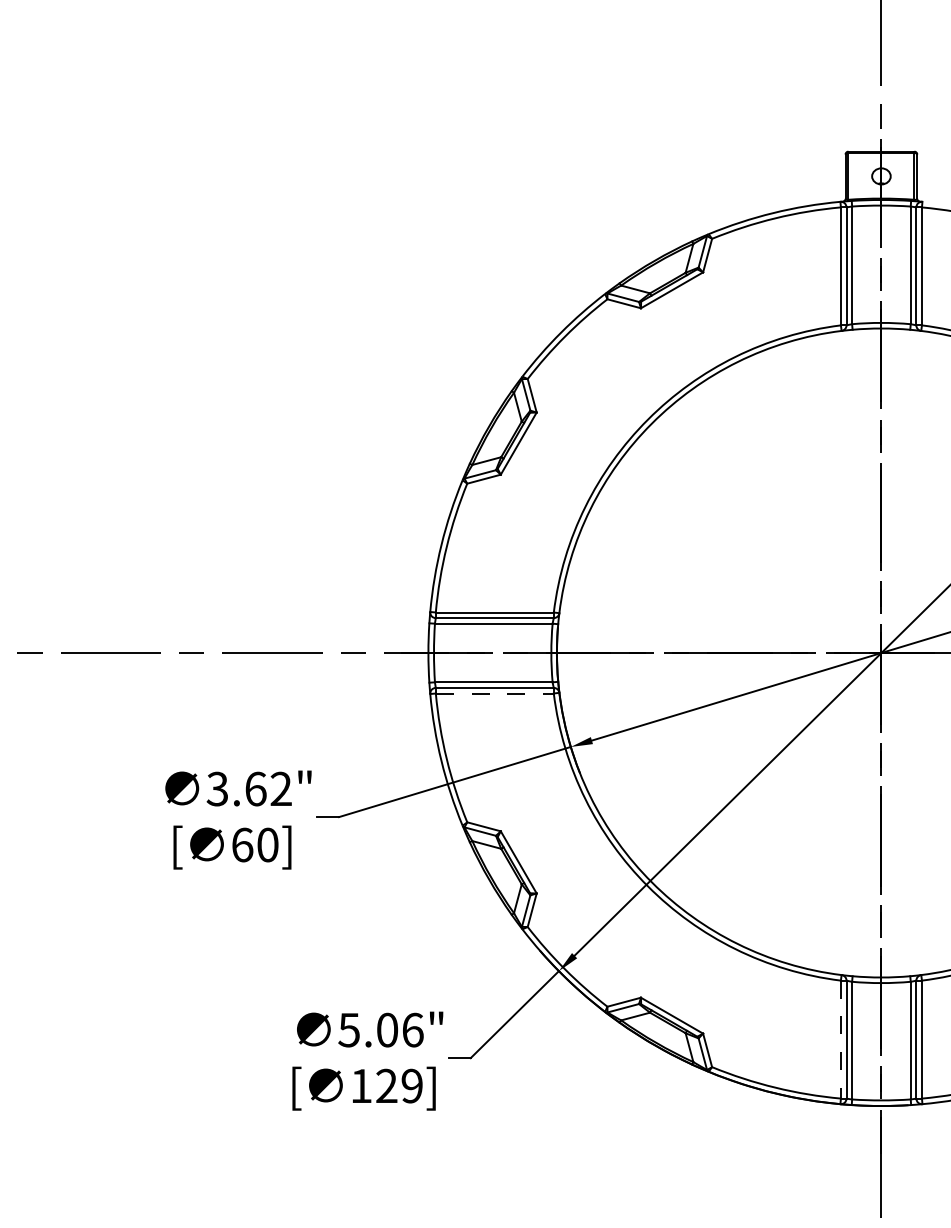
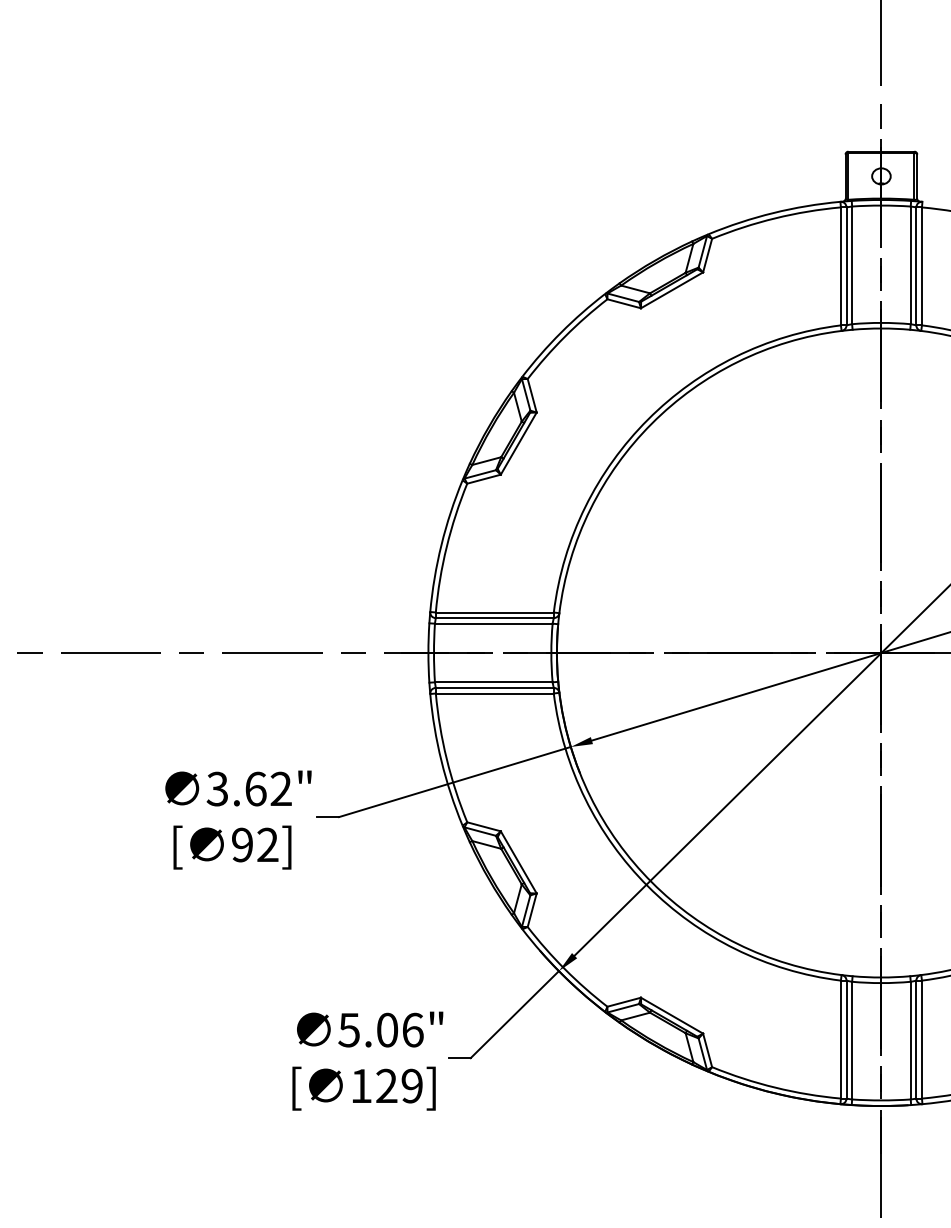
line at (494, 693): dashed -> solid
text at (255, 844): 60] -> 92]
line at (840, 1039): dashed -> solid
